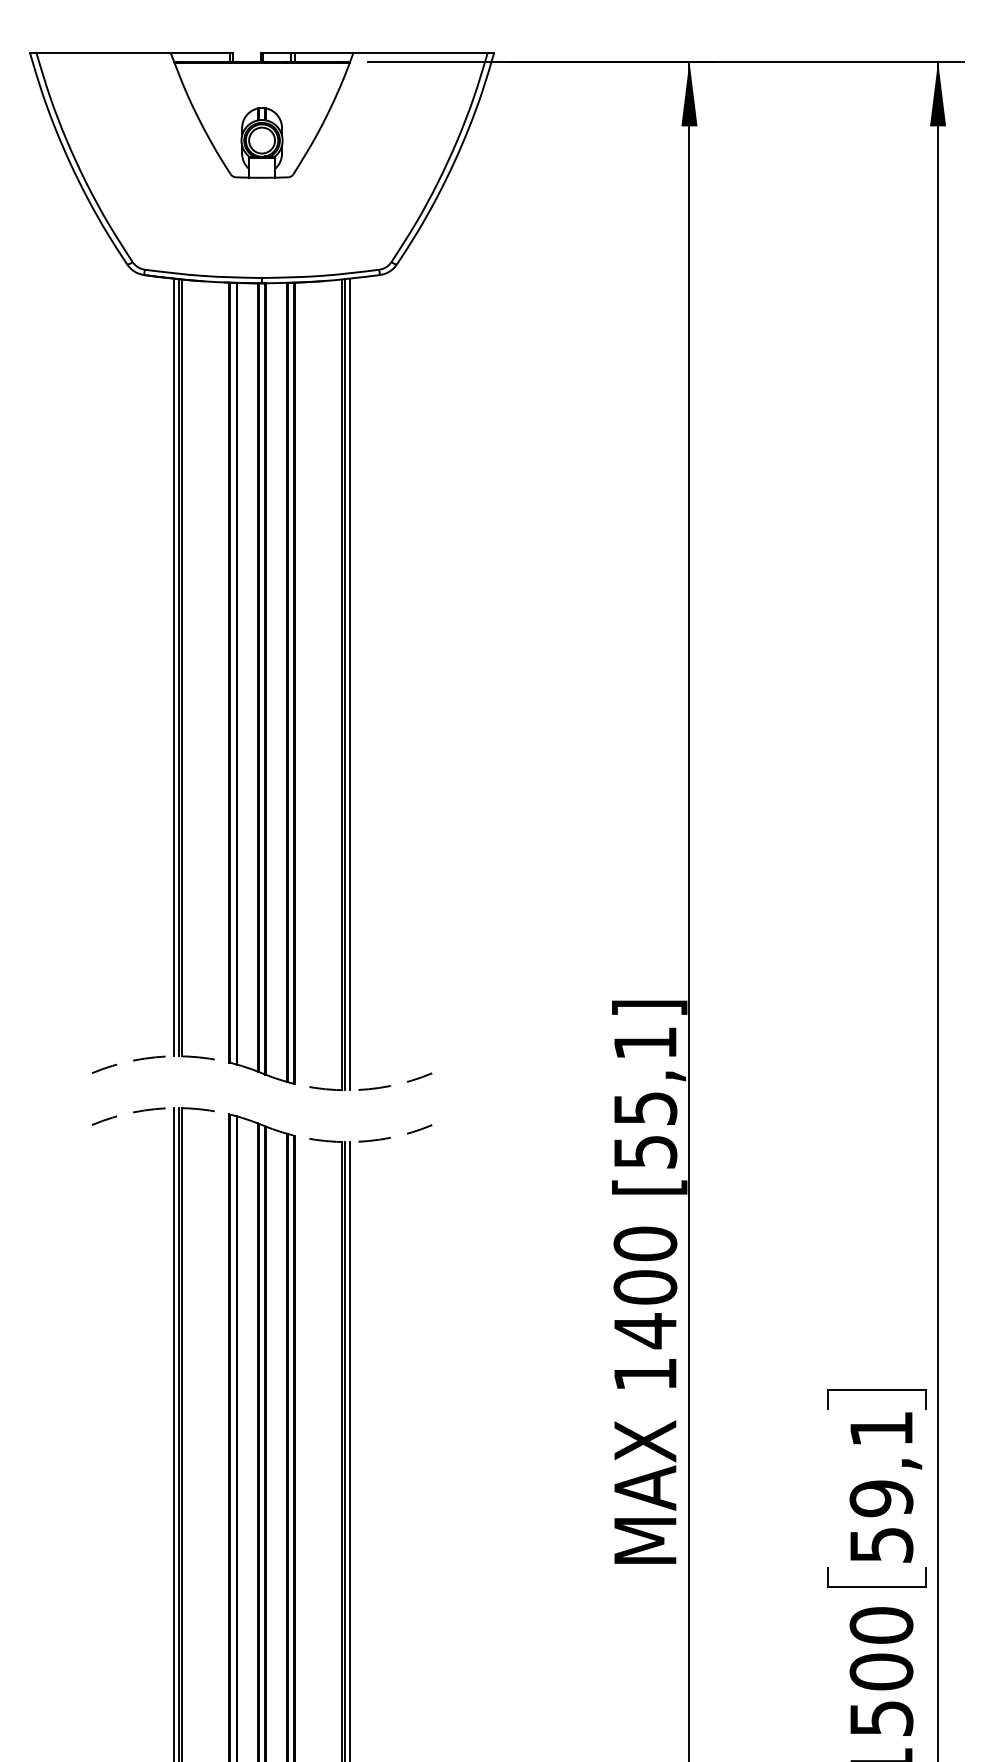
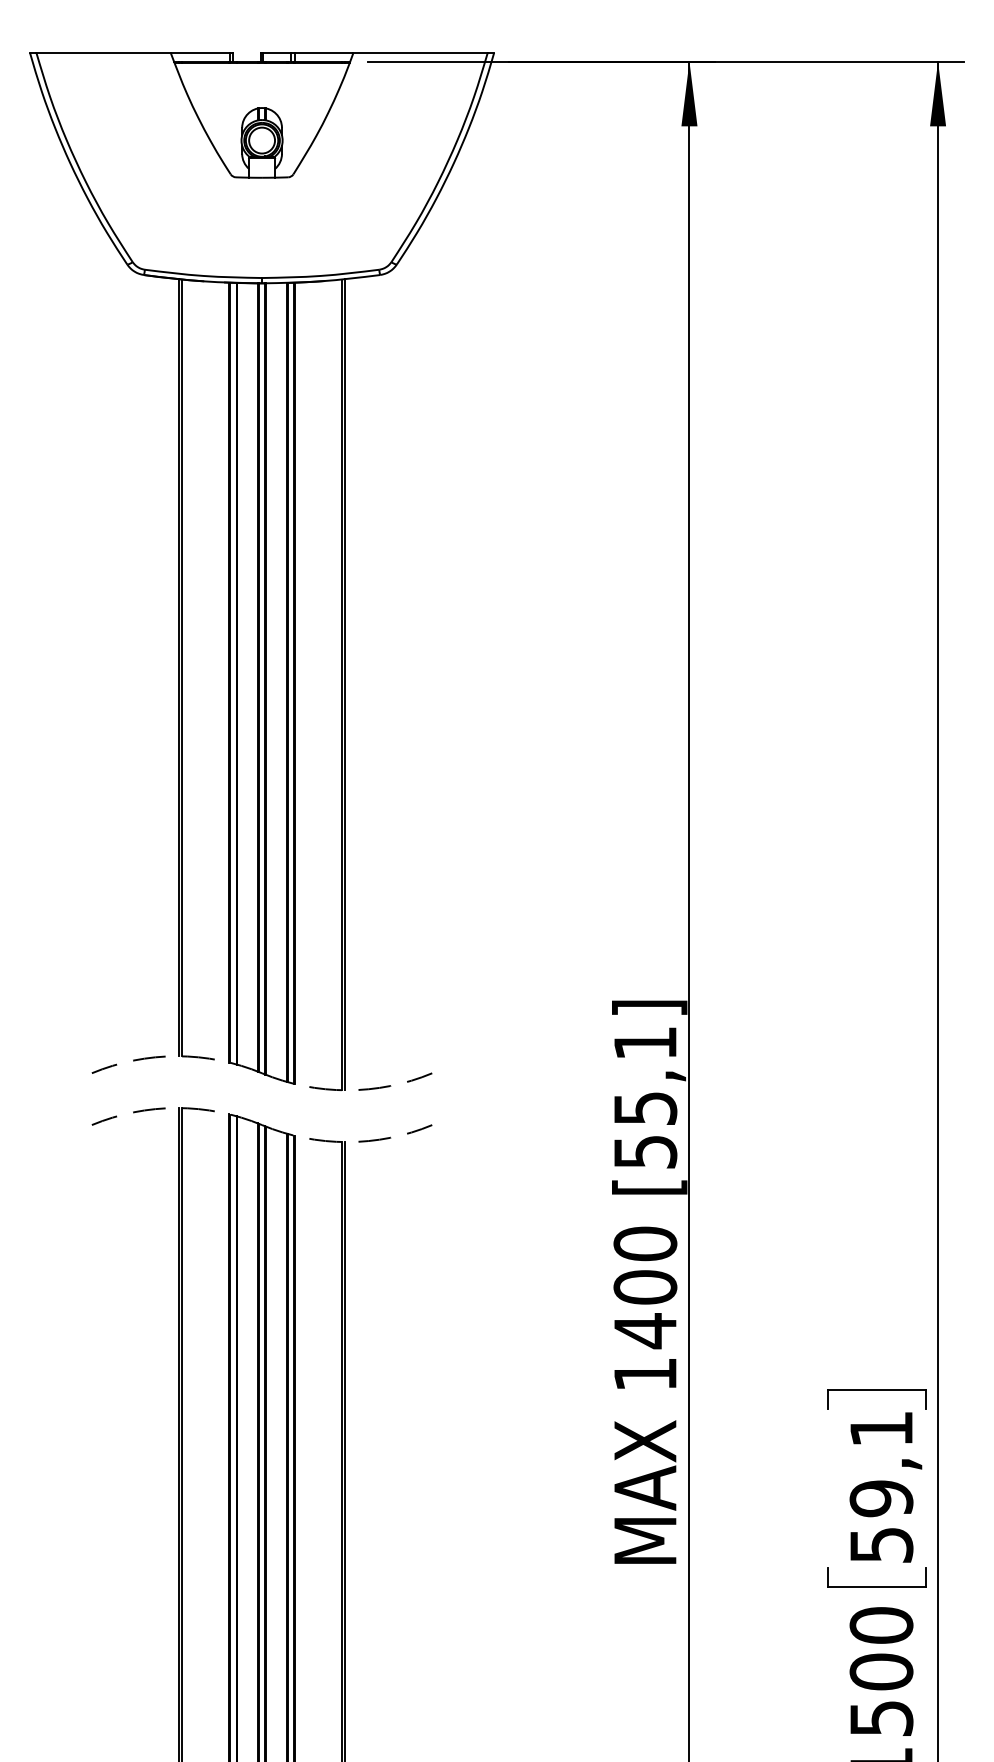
line at (174, 667): present -> none
line at (350, 684): present -> none
line at (174, 1433): present -> none
line at (350, 1450): present -> none
